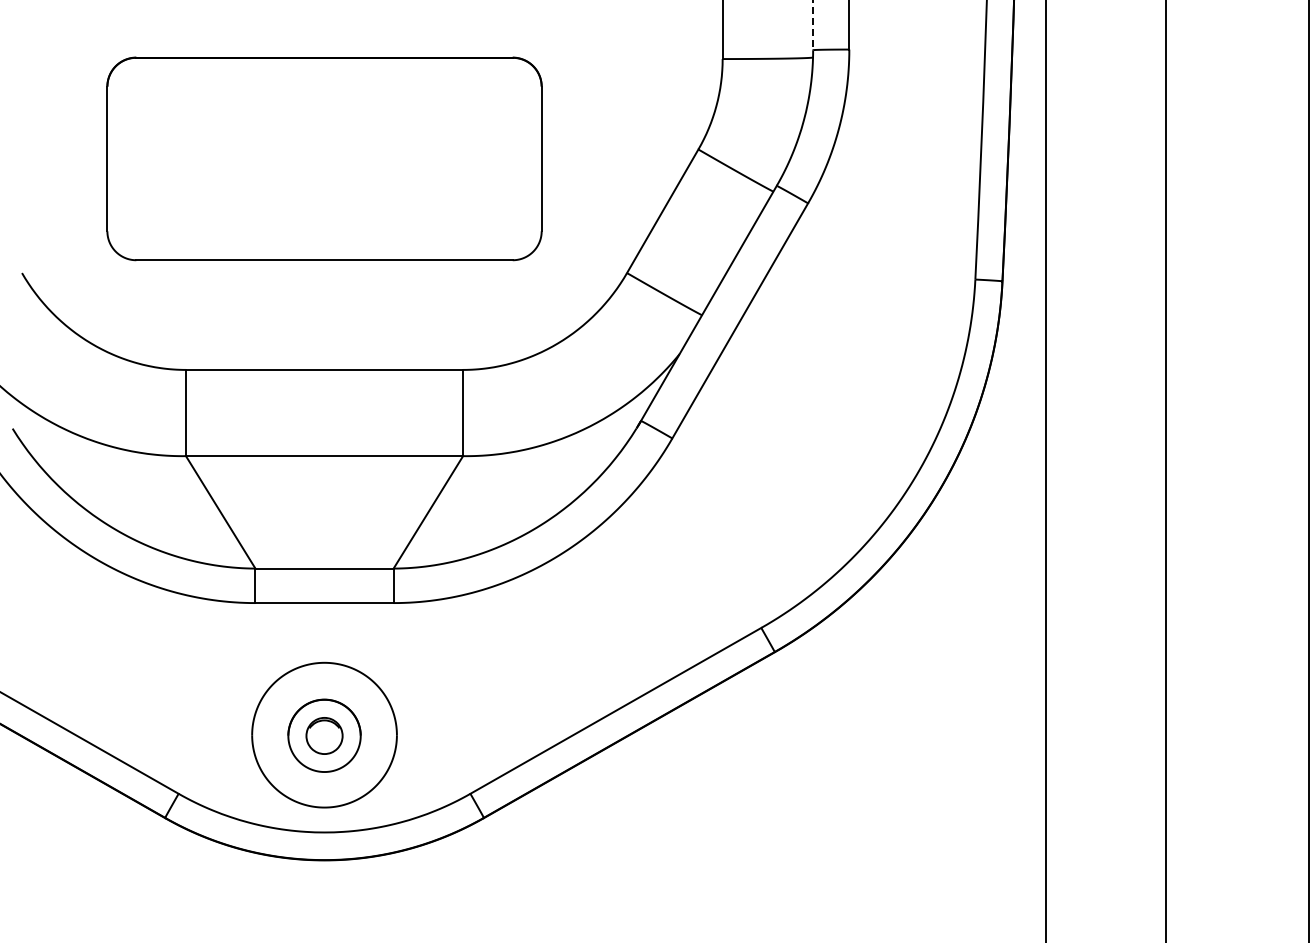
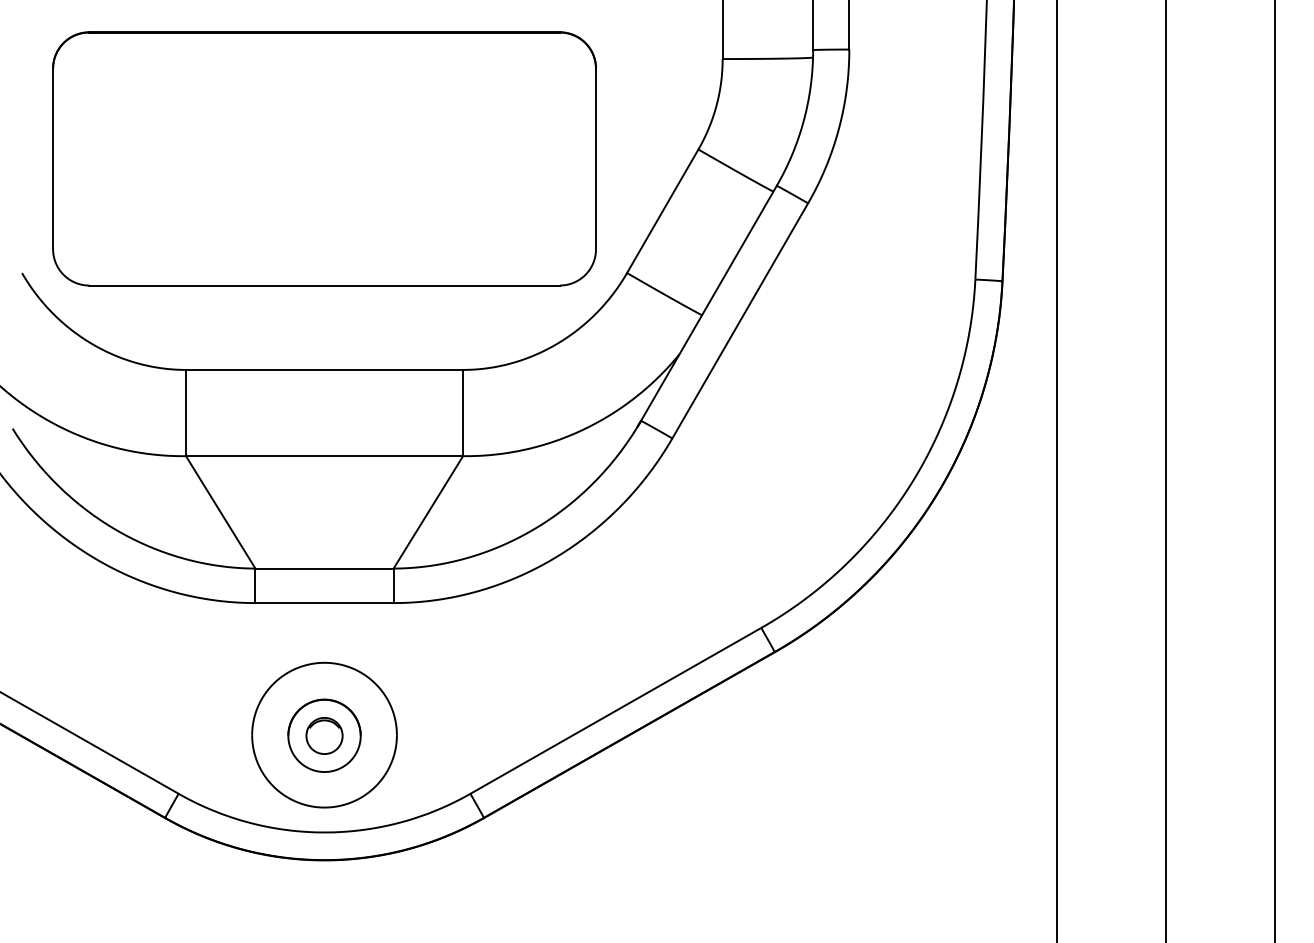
line at (813, 25): dashed -> solid
part at (324, 158) size: 437x206 px -> 545x256 px
line at (1046, 470) position: (1046, 470) -> (1057, 470)
line at (1308, 470) position: (1308, 470) -> (1274, 470)
